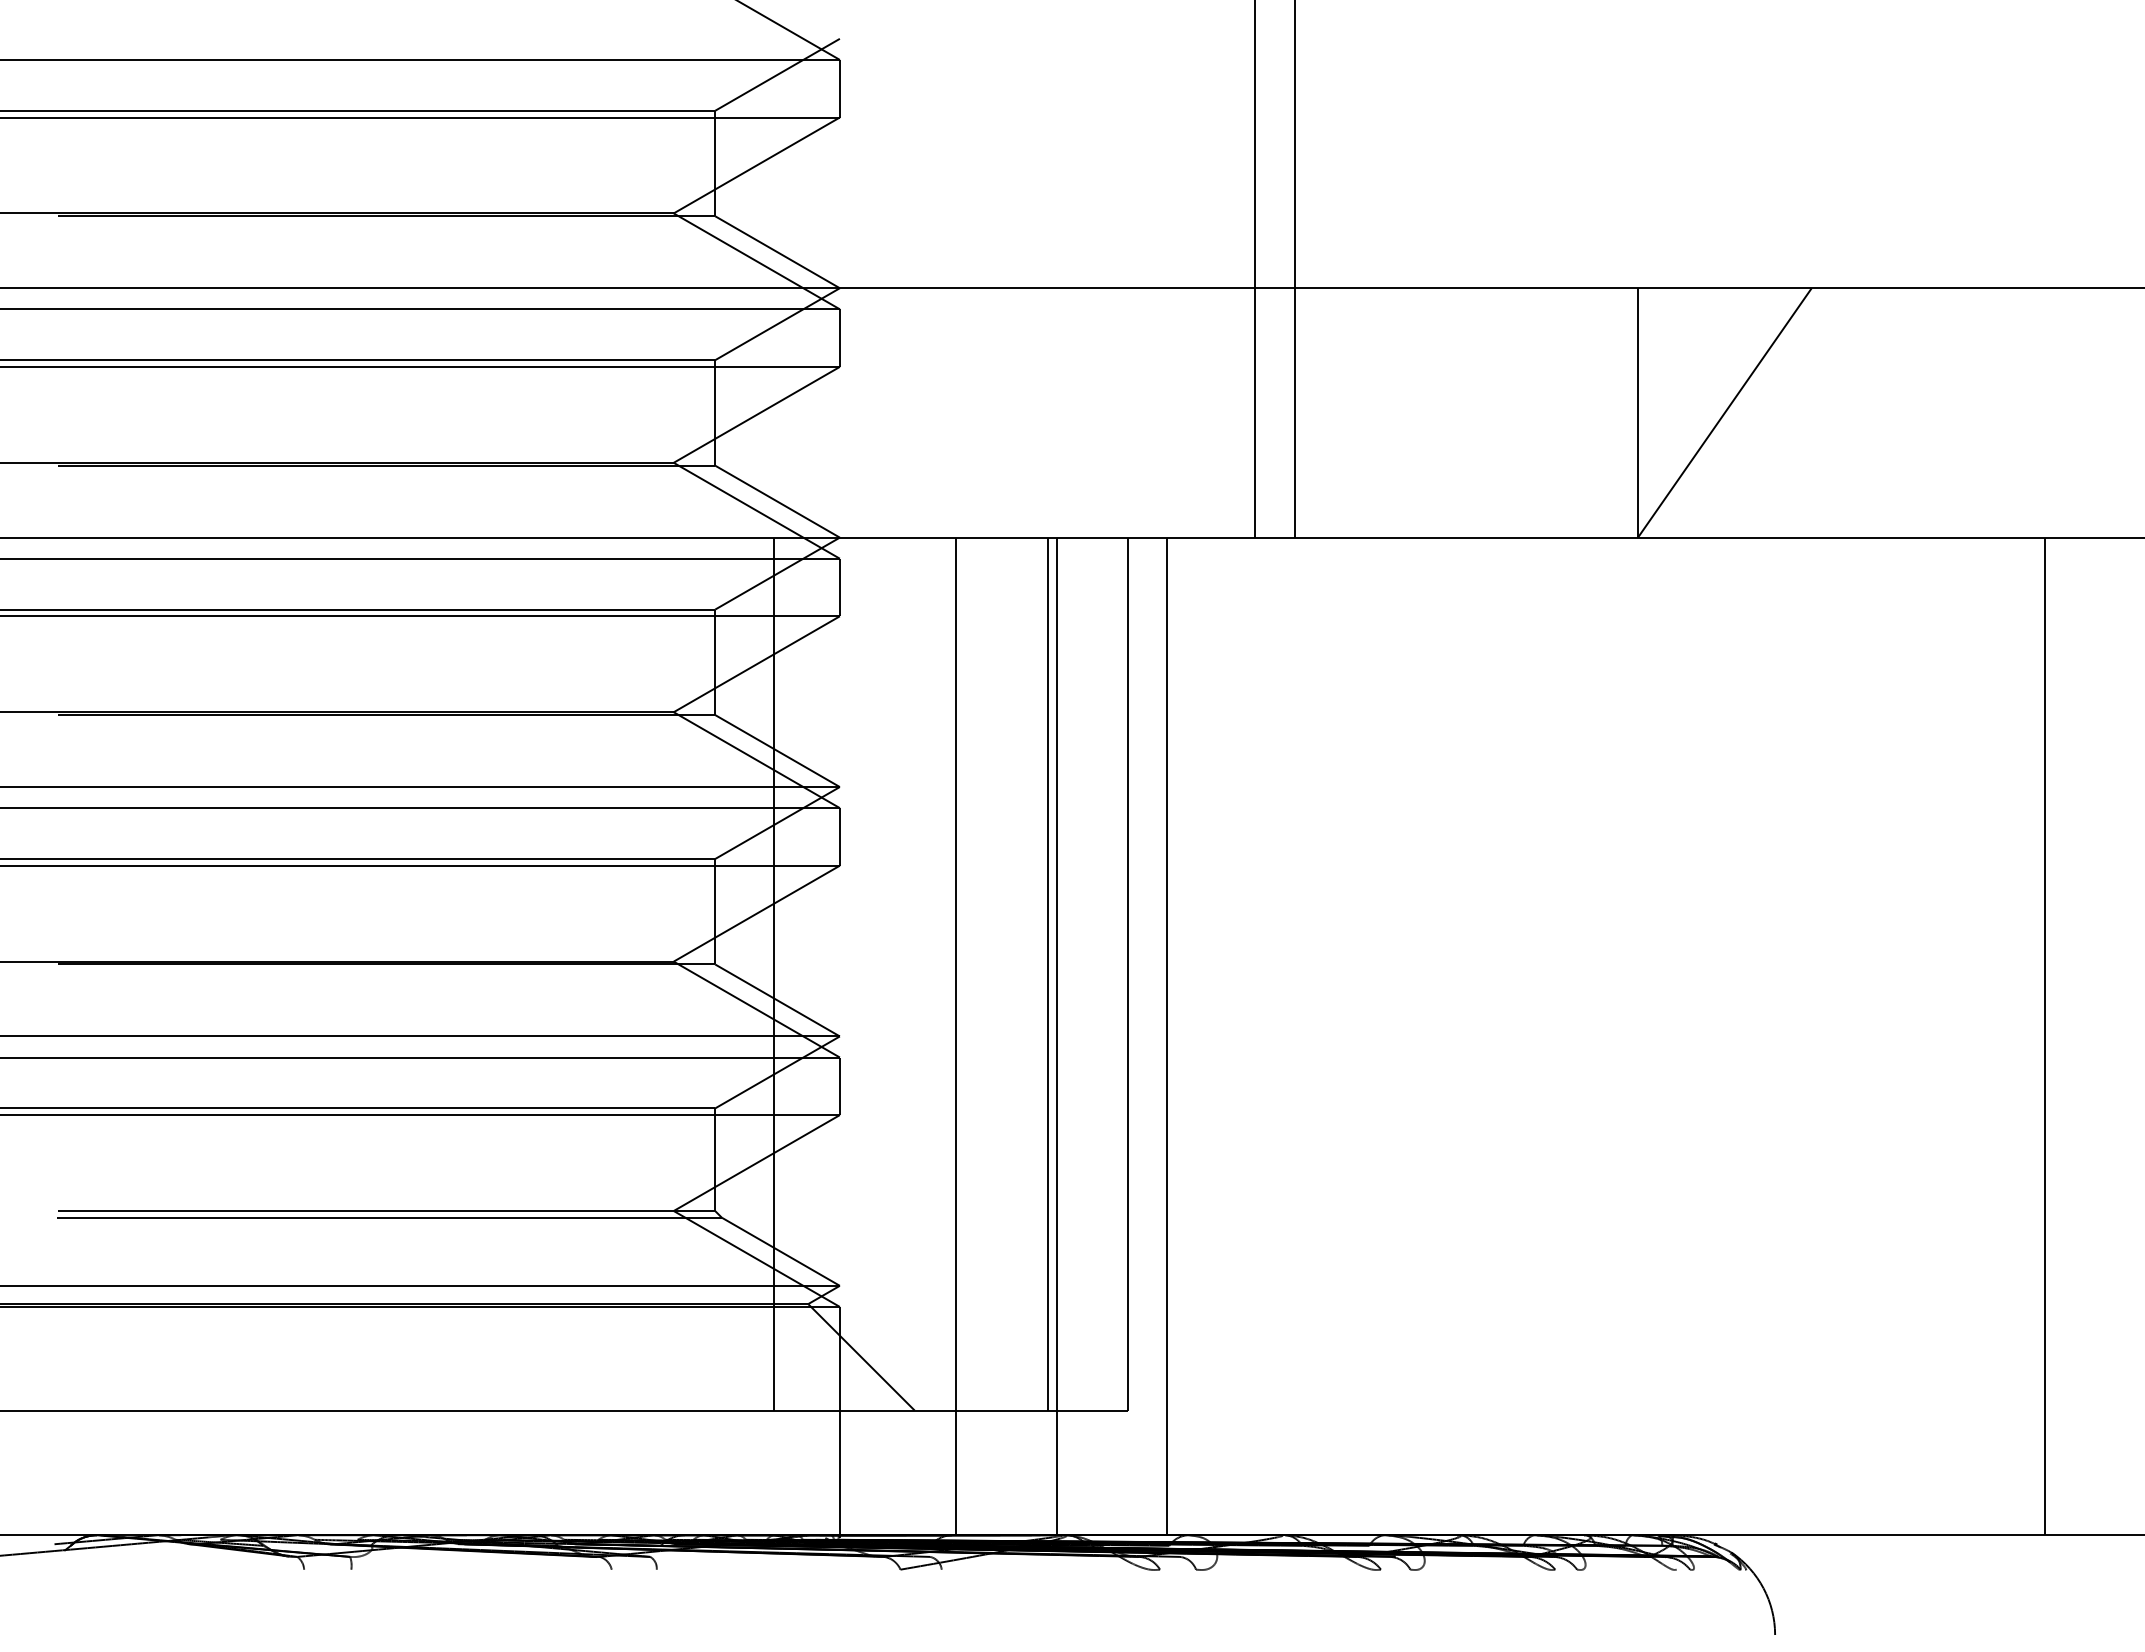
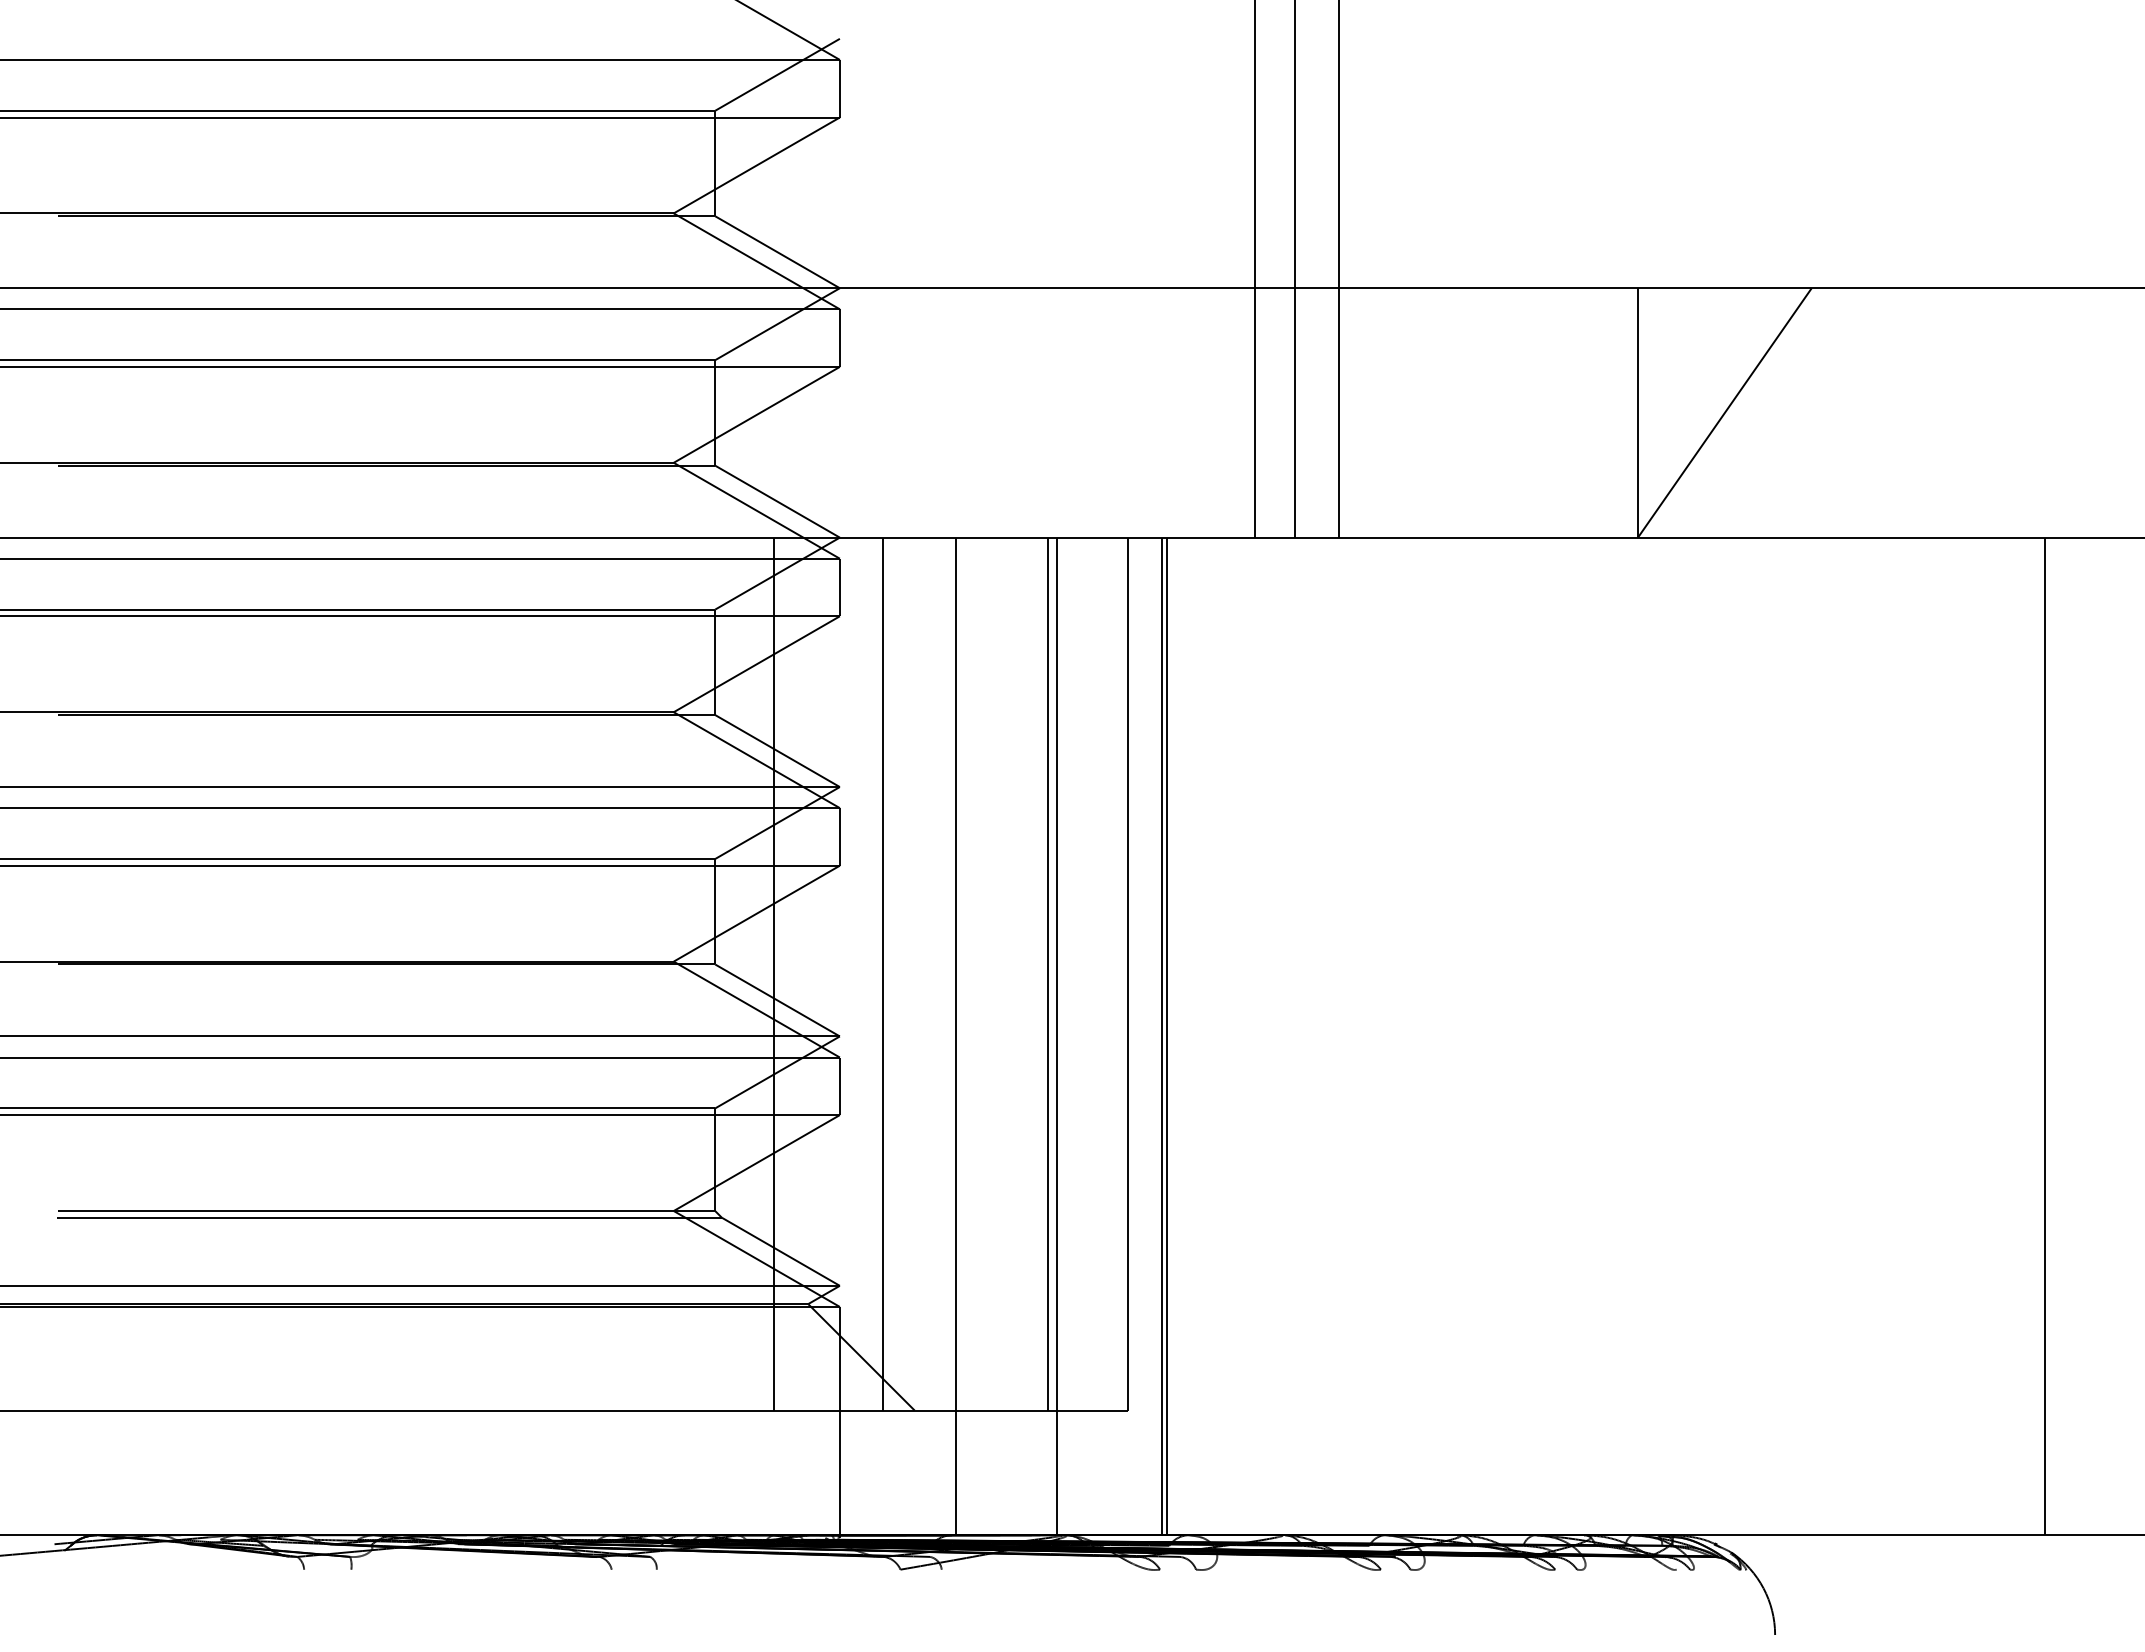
line at (1338, 269): none -> present
line at (882, 973): none -> present
line at (1161, 1036): none -> present
